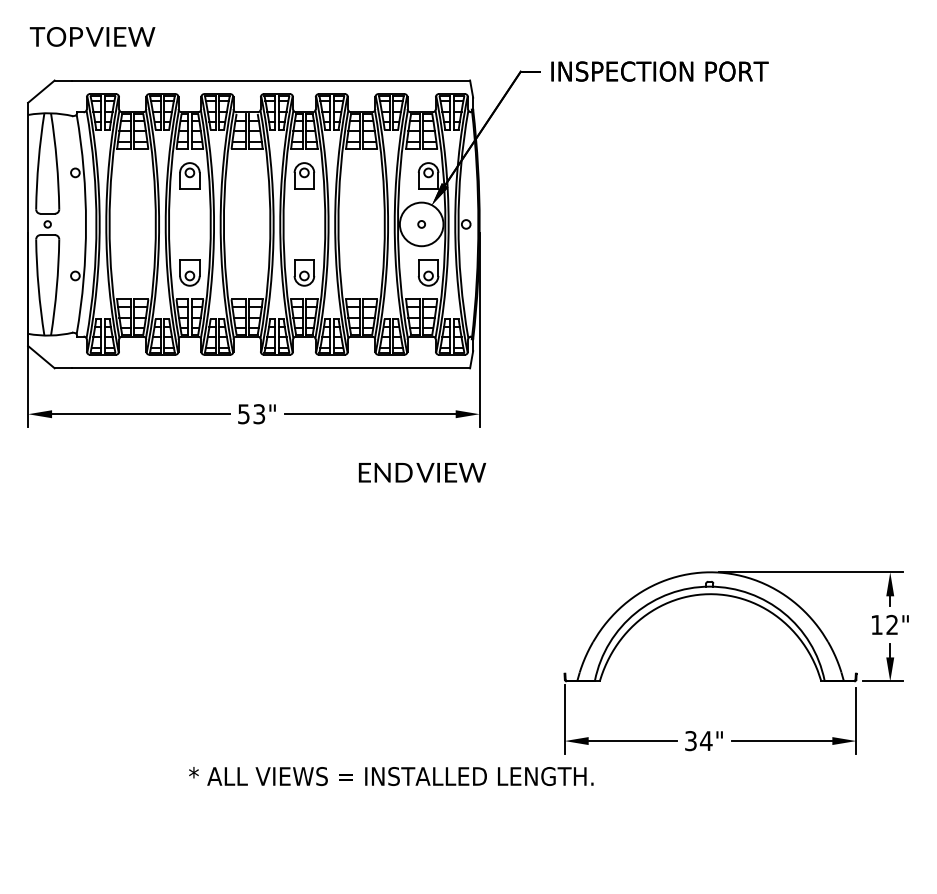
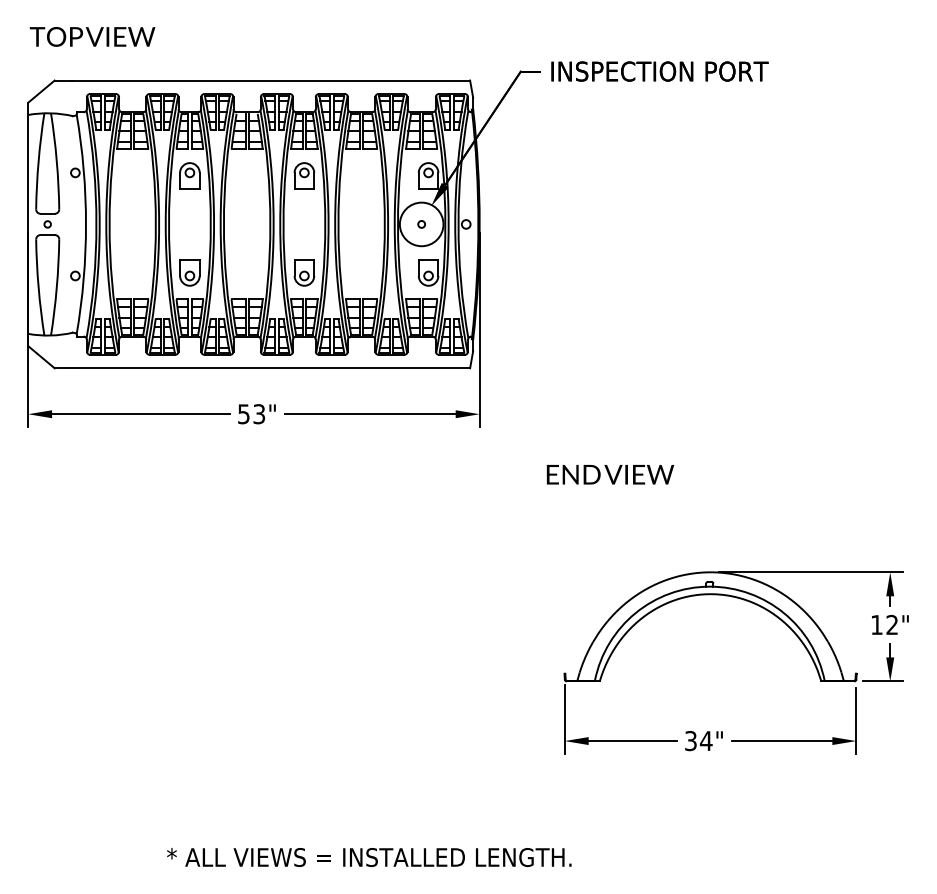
text at (422, 472) position: (422, 472) -> (610, 474)
text at (391, 776) position: (391, 776) -> (369, 857)
